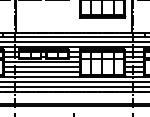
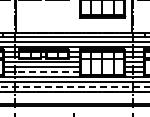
line at (47, 72): solid -> dashed
line at (74, 86): solid -> dashed
